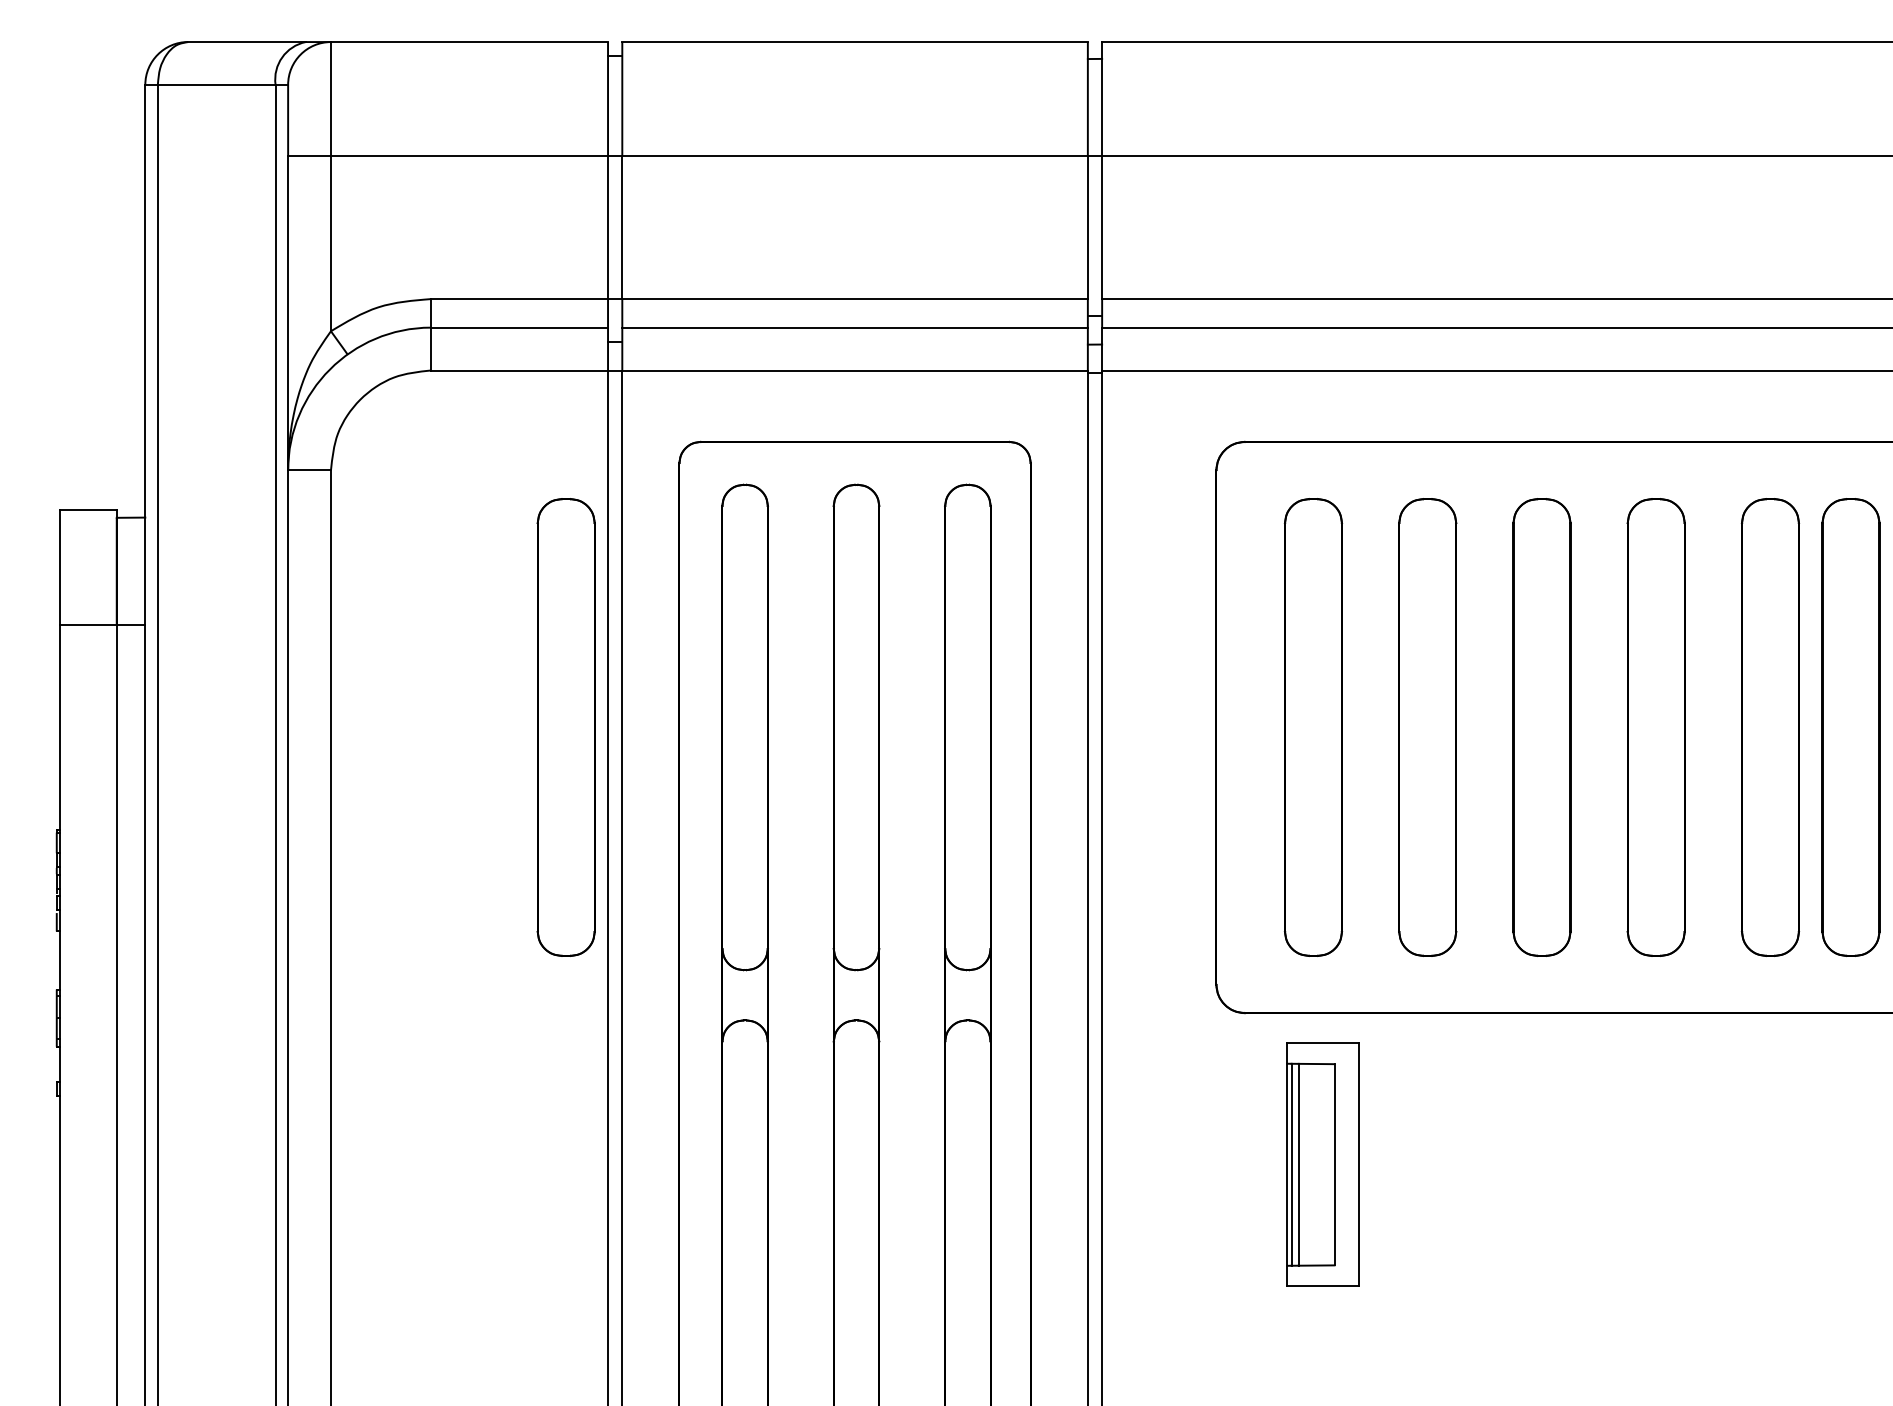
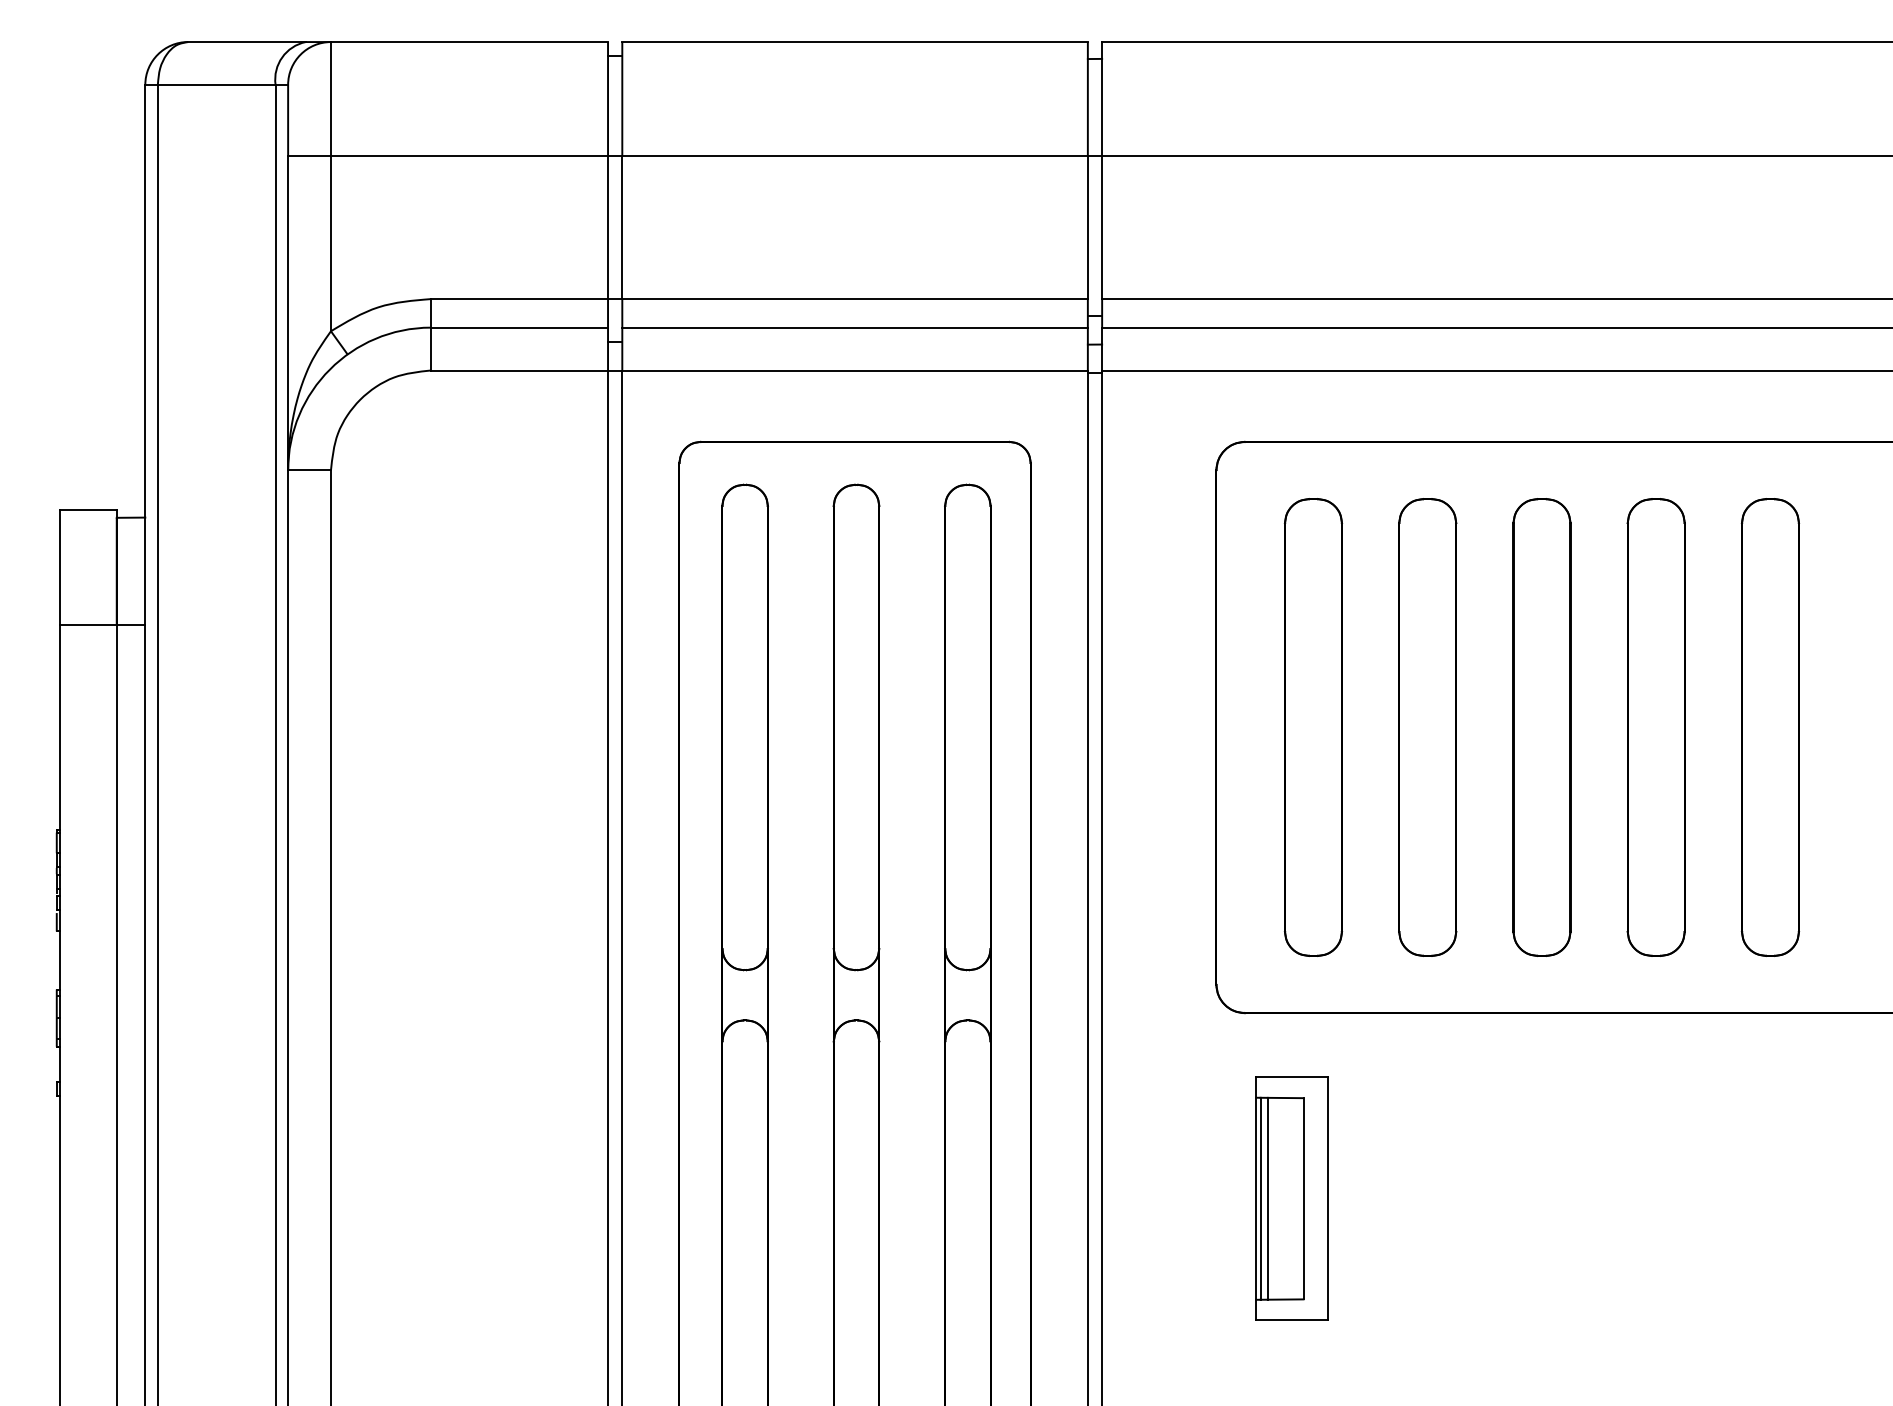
part at (565, 727): present -> none
part at (1850, 727): present -> none
part at (1322, 1164) position: (1322, 1164) -> (1291, 1198)
